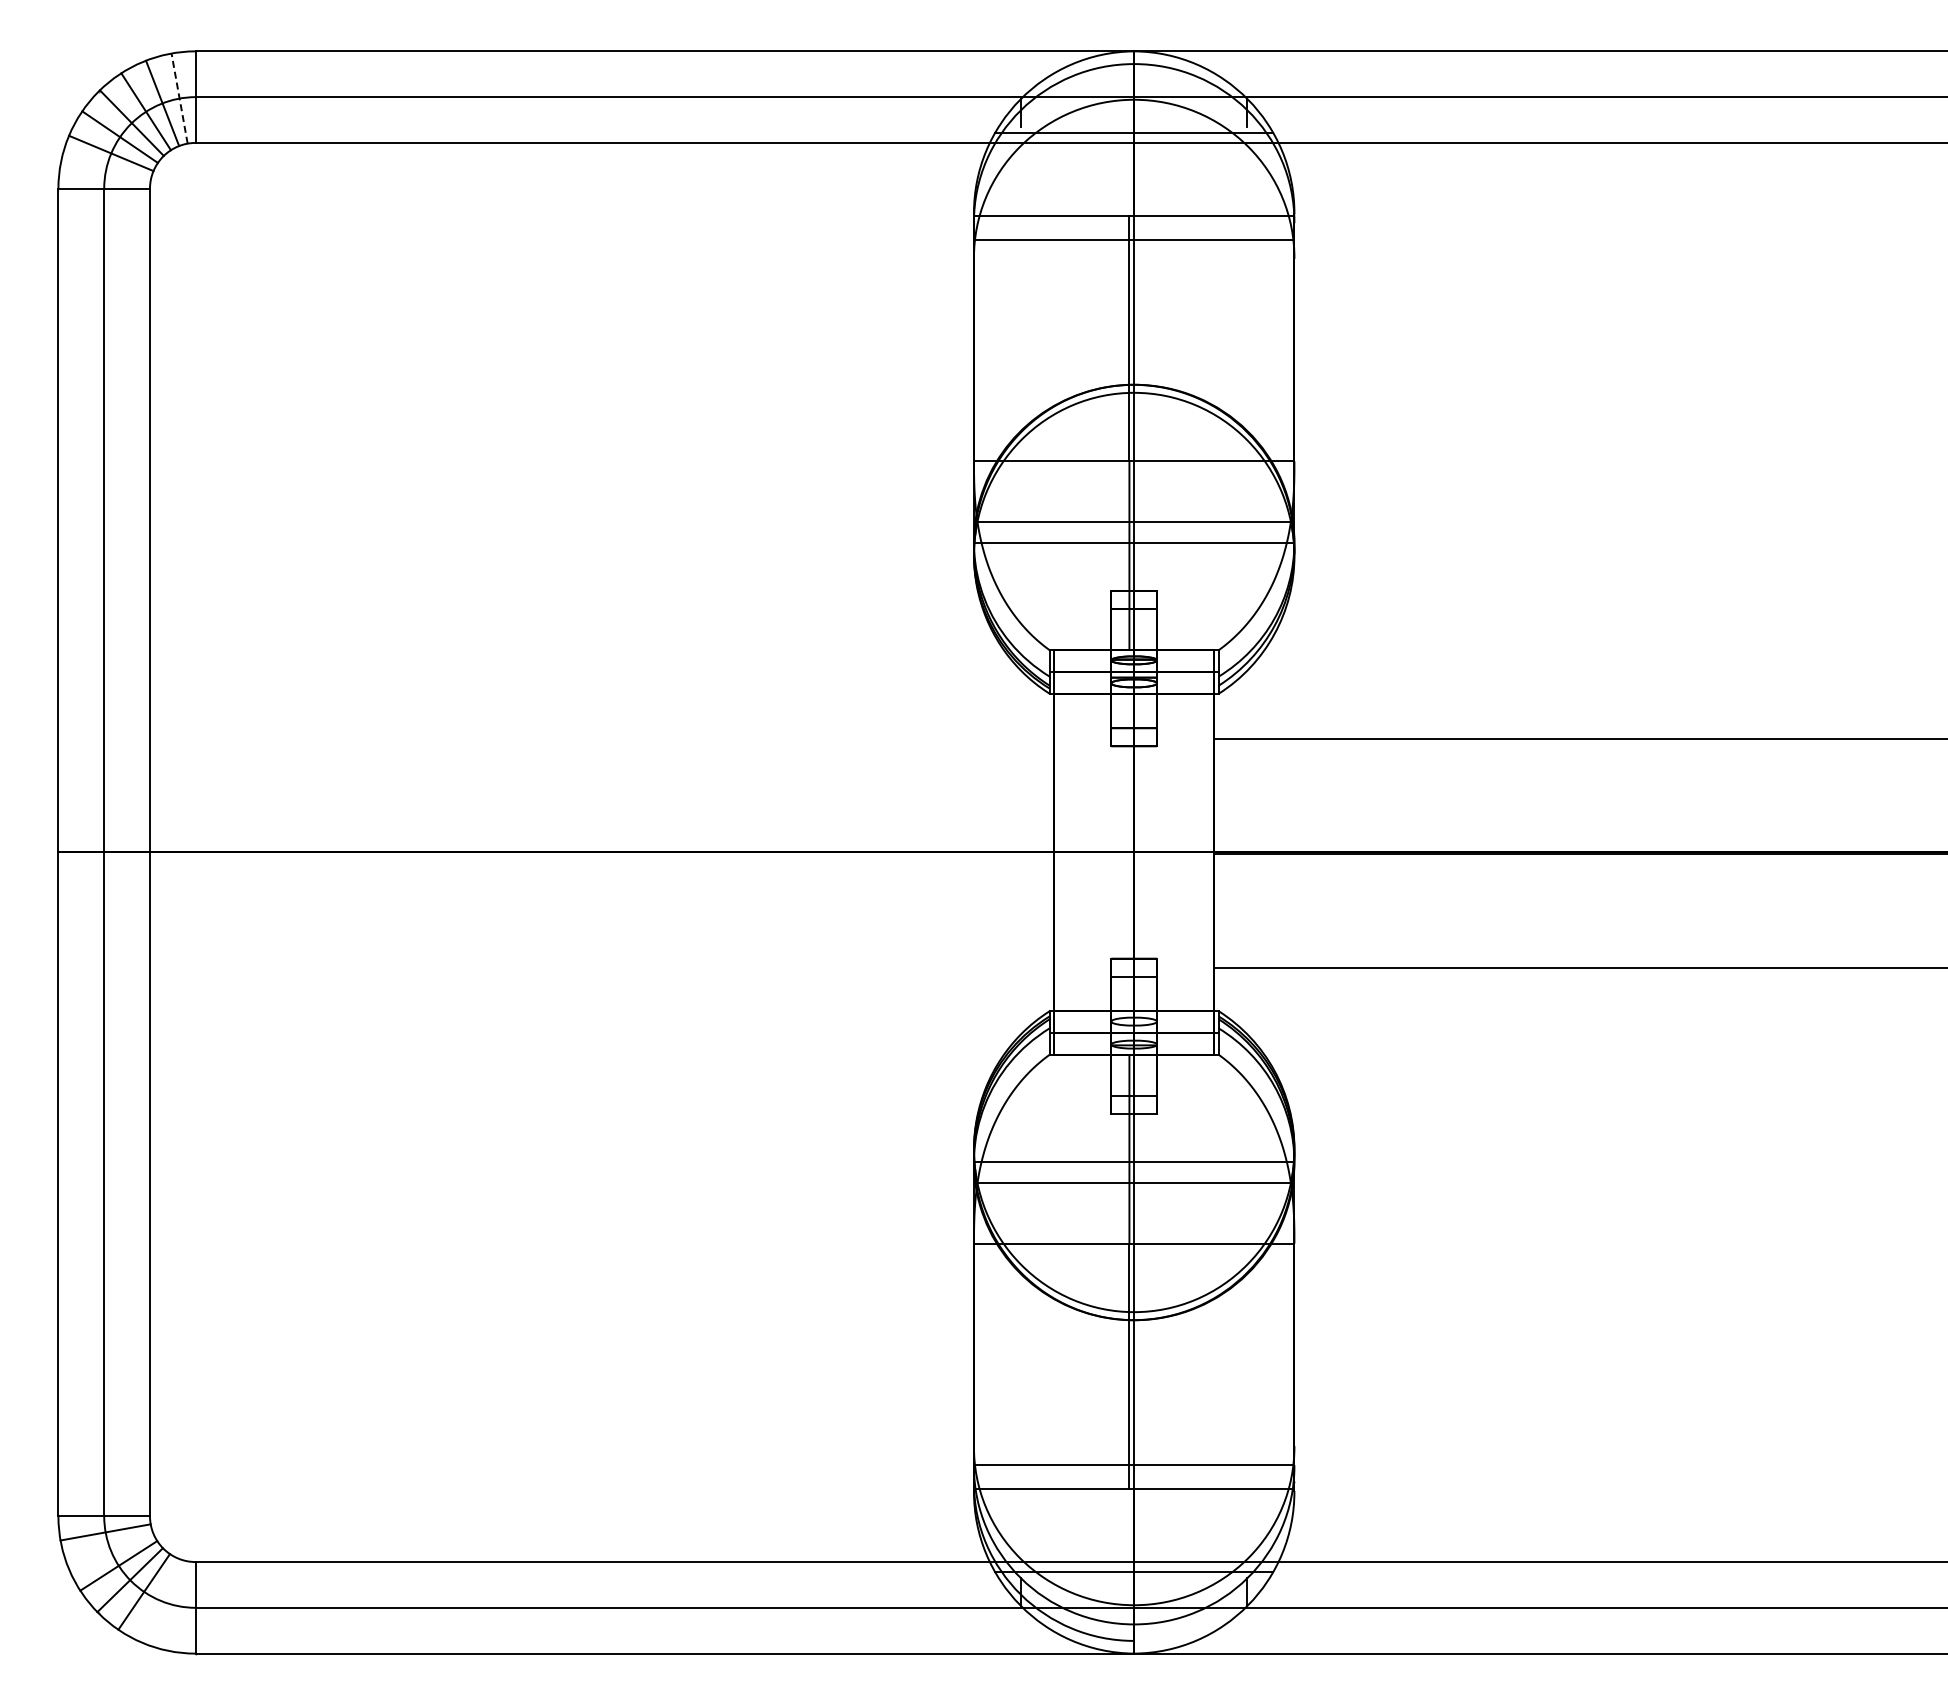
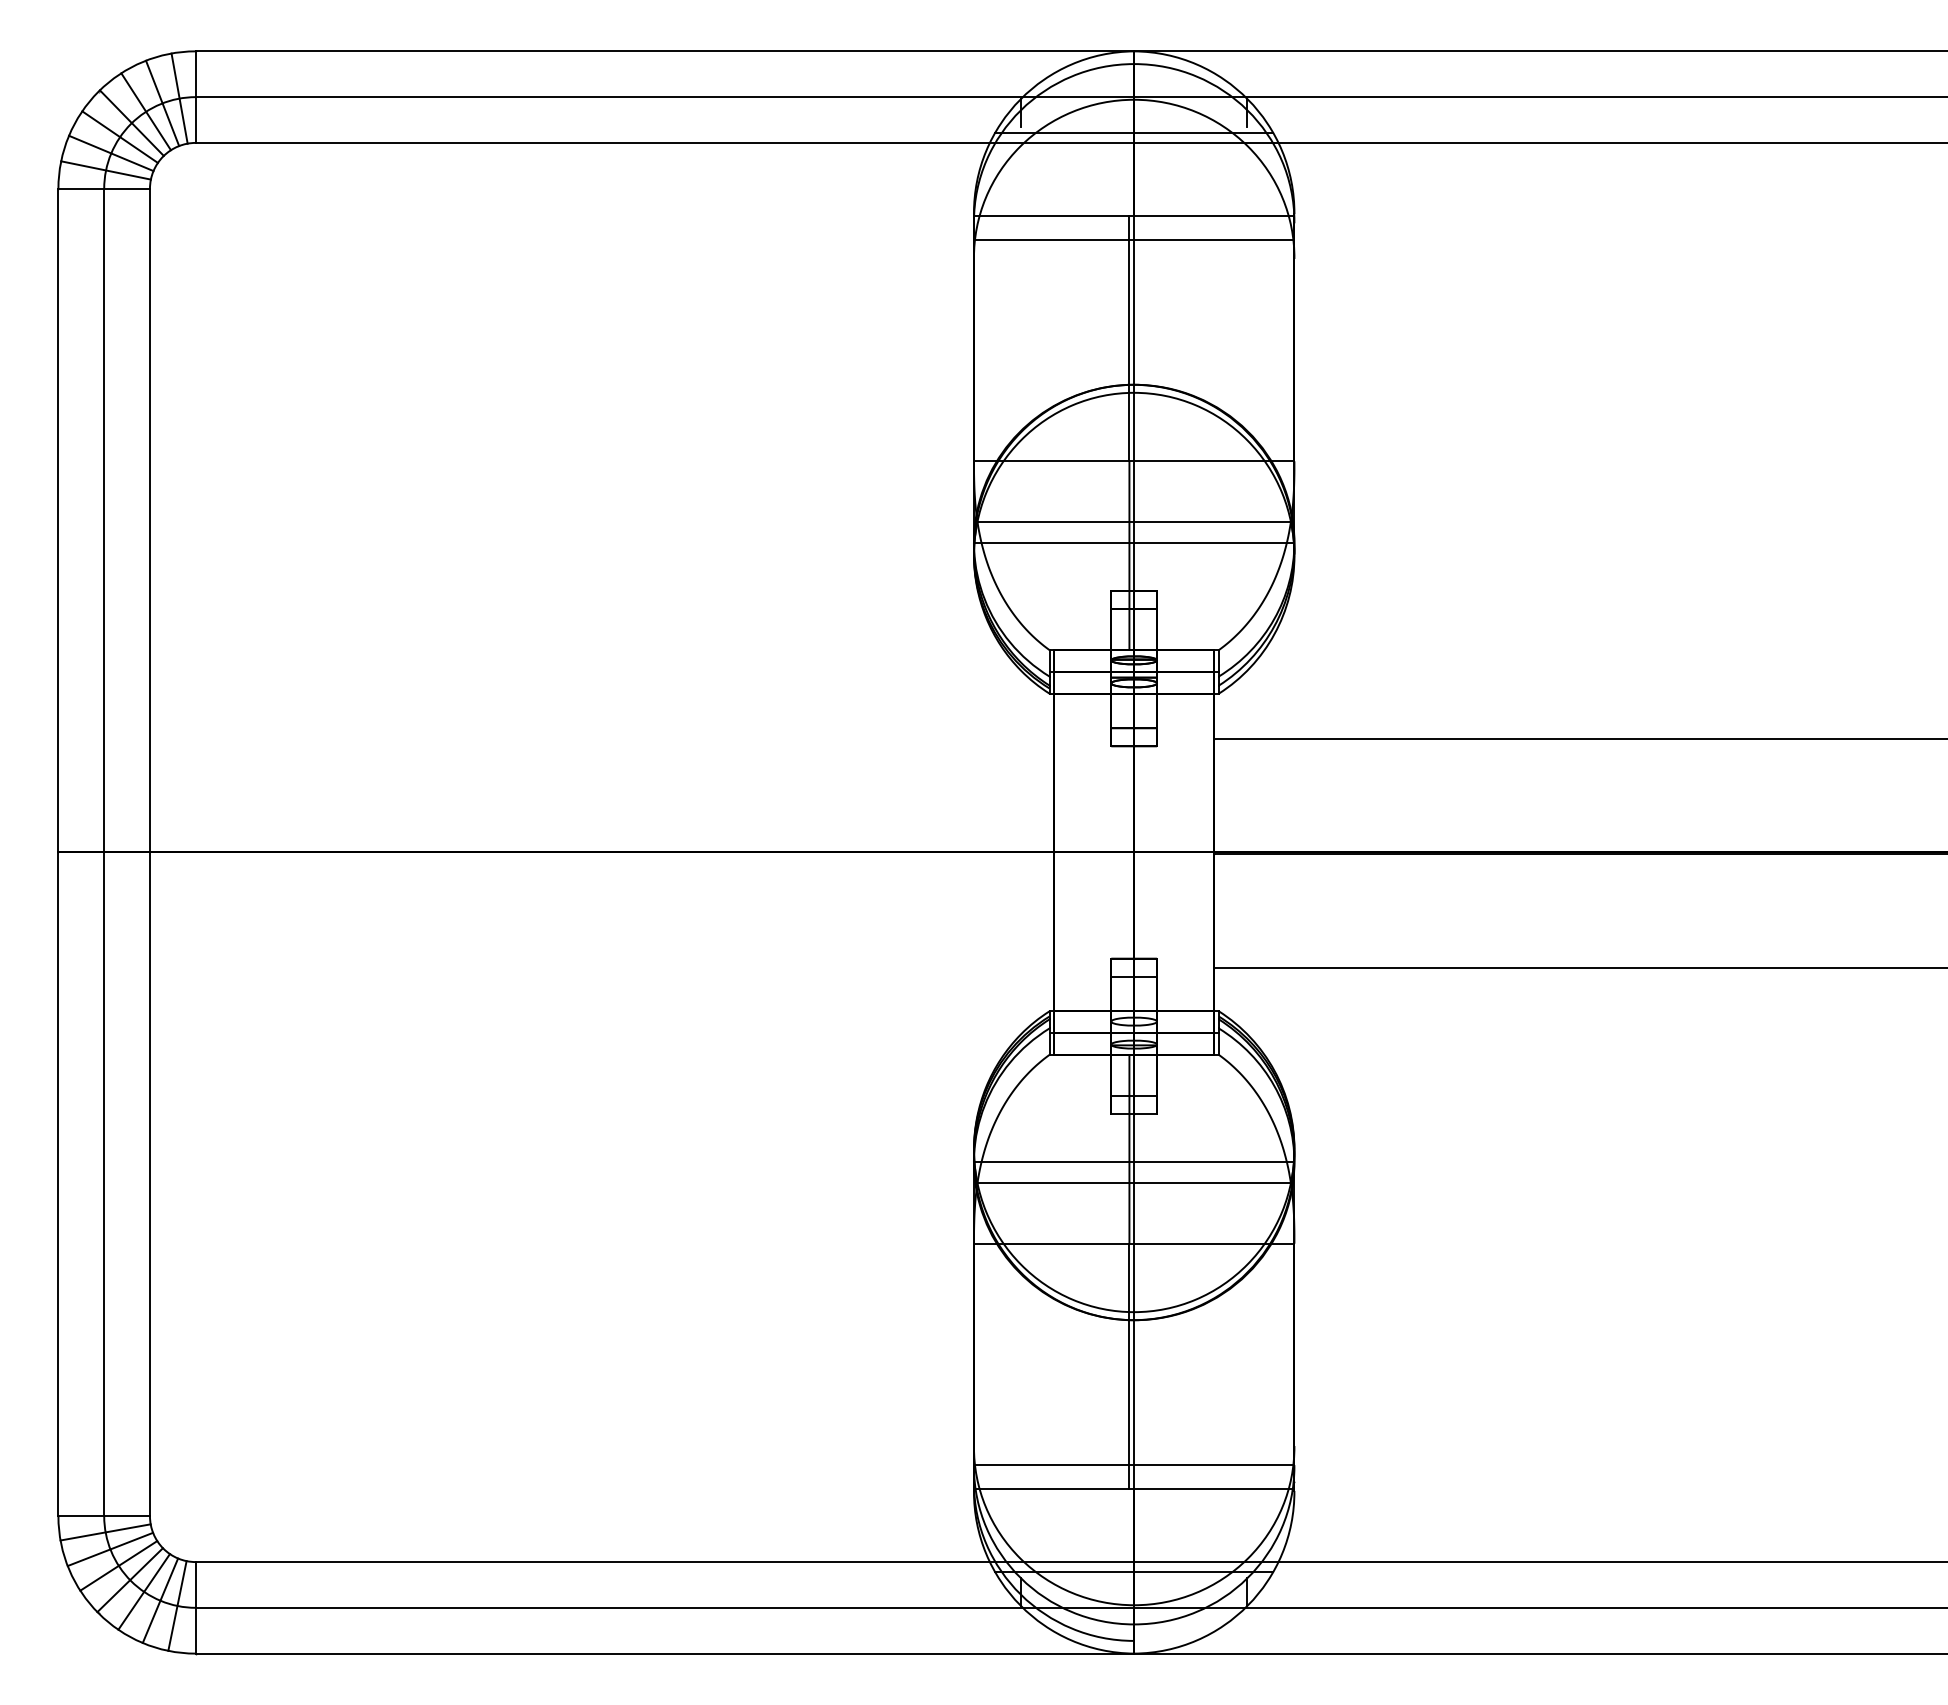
line at (179, 98): dashed -> solid
line at (105, 170): none -> present
line at (110, 1549): none -> present
line at (160, 1600): none -> present
line at (177, 1605): none -> present
